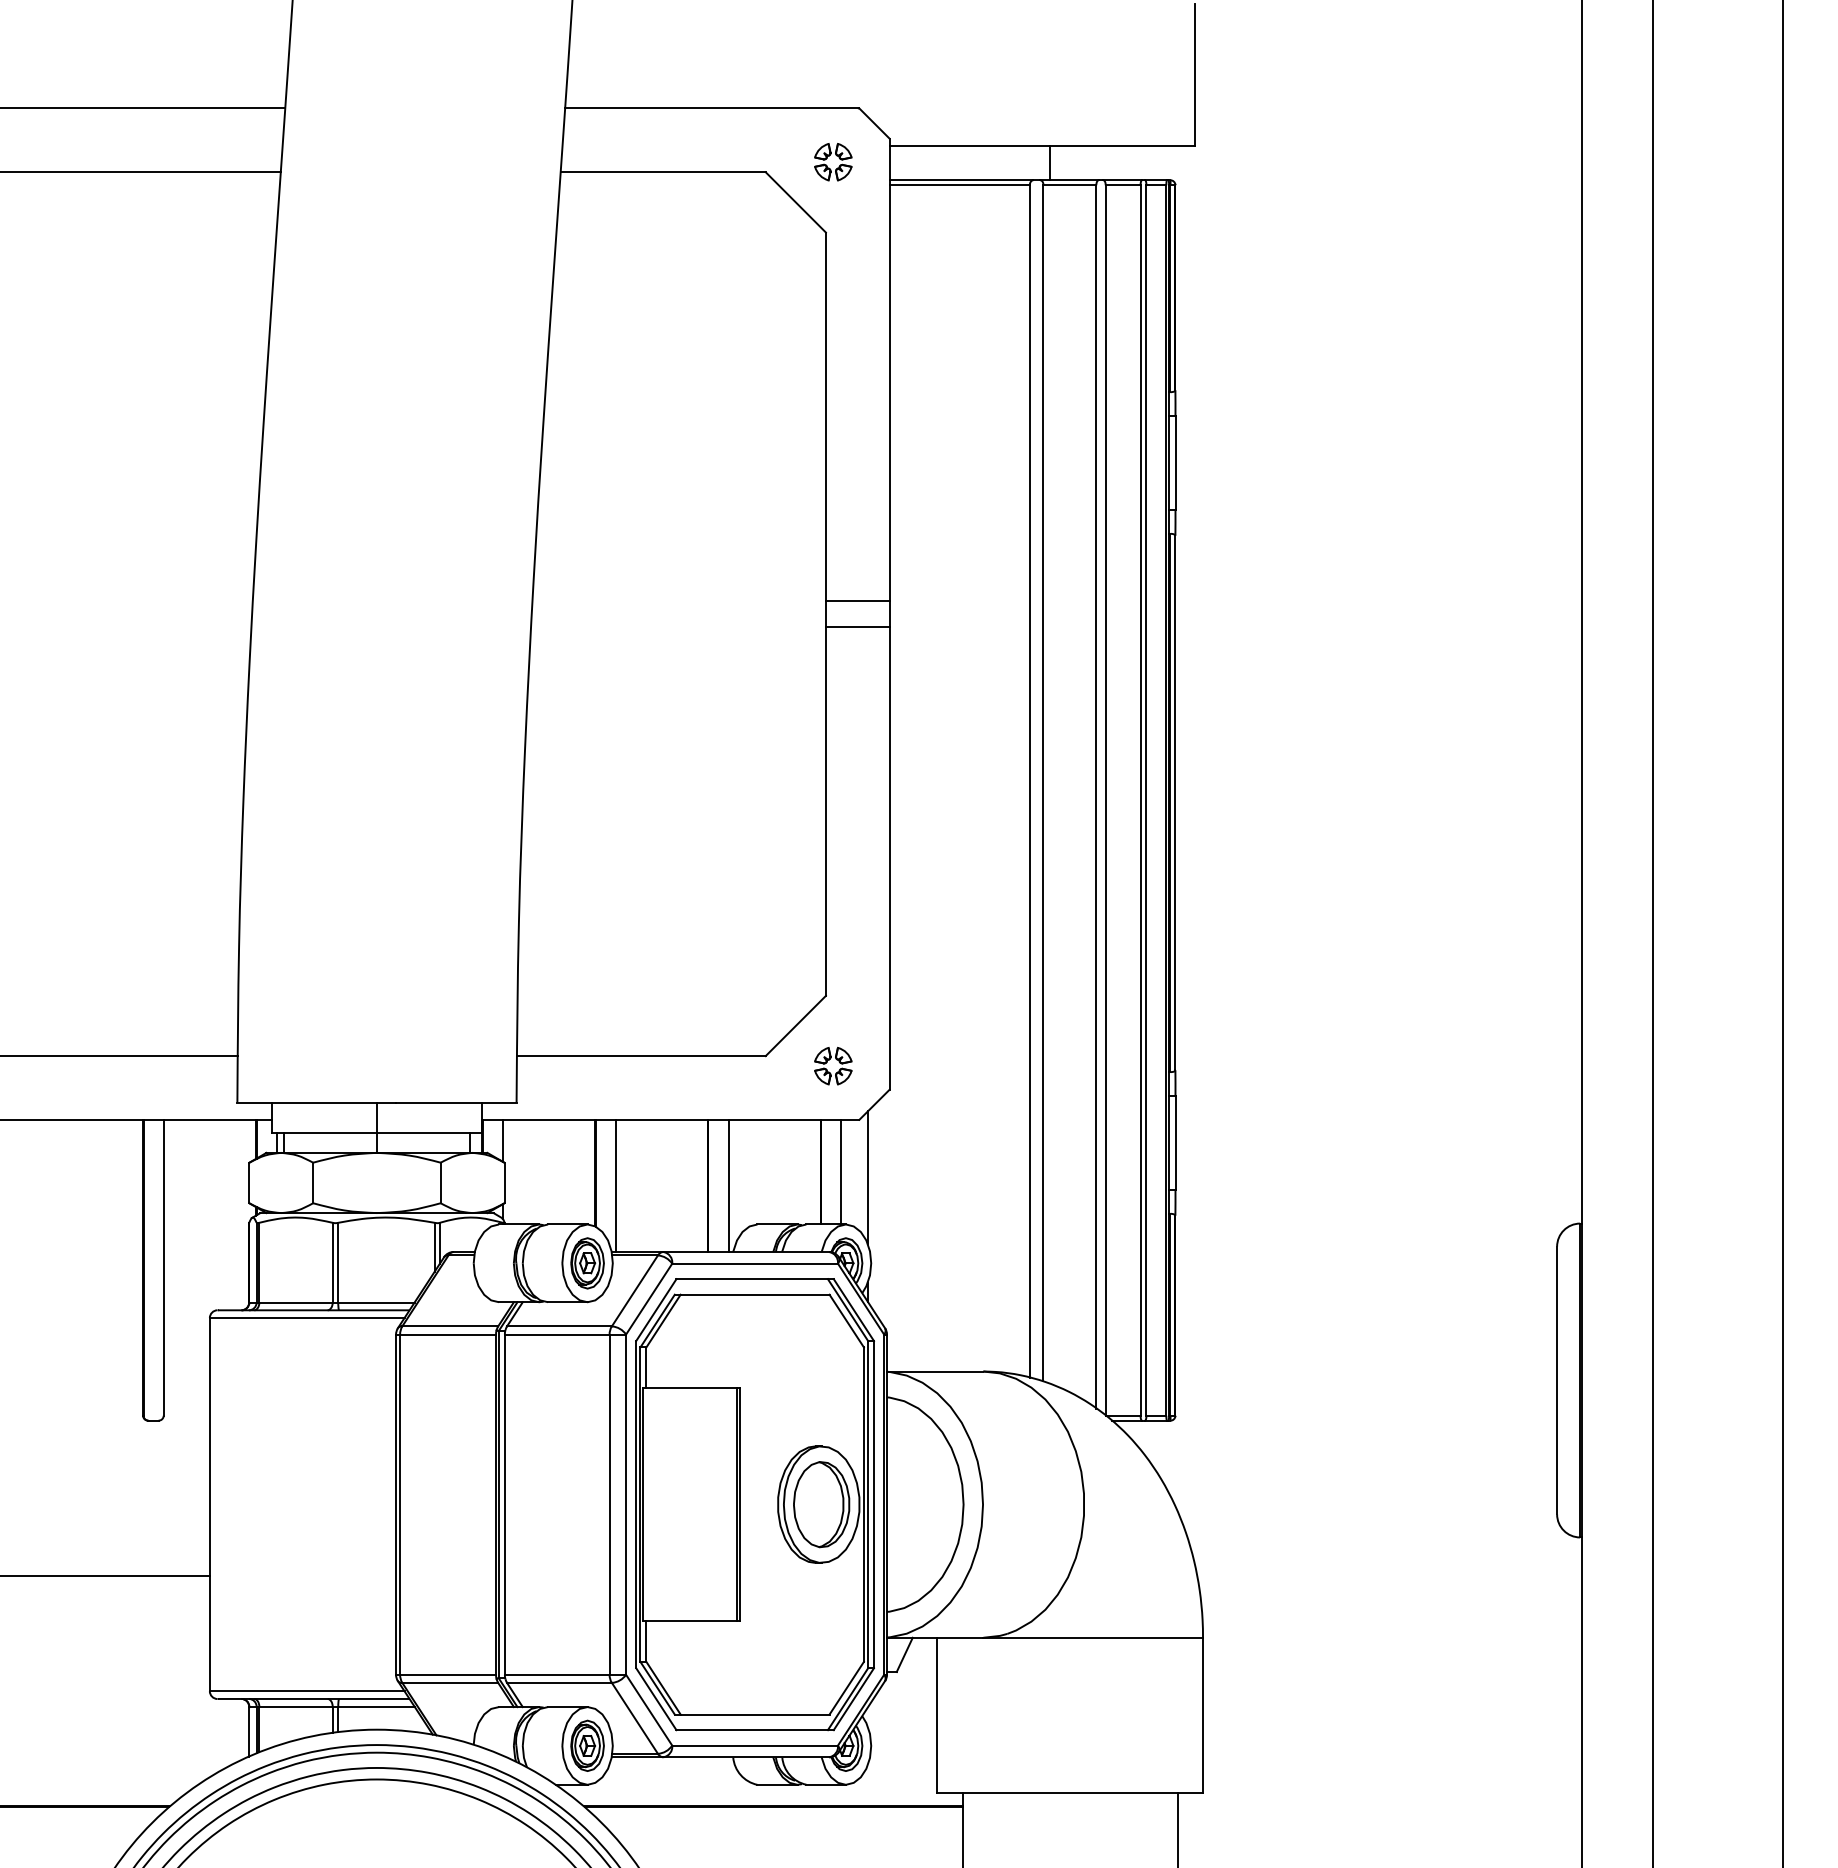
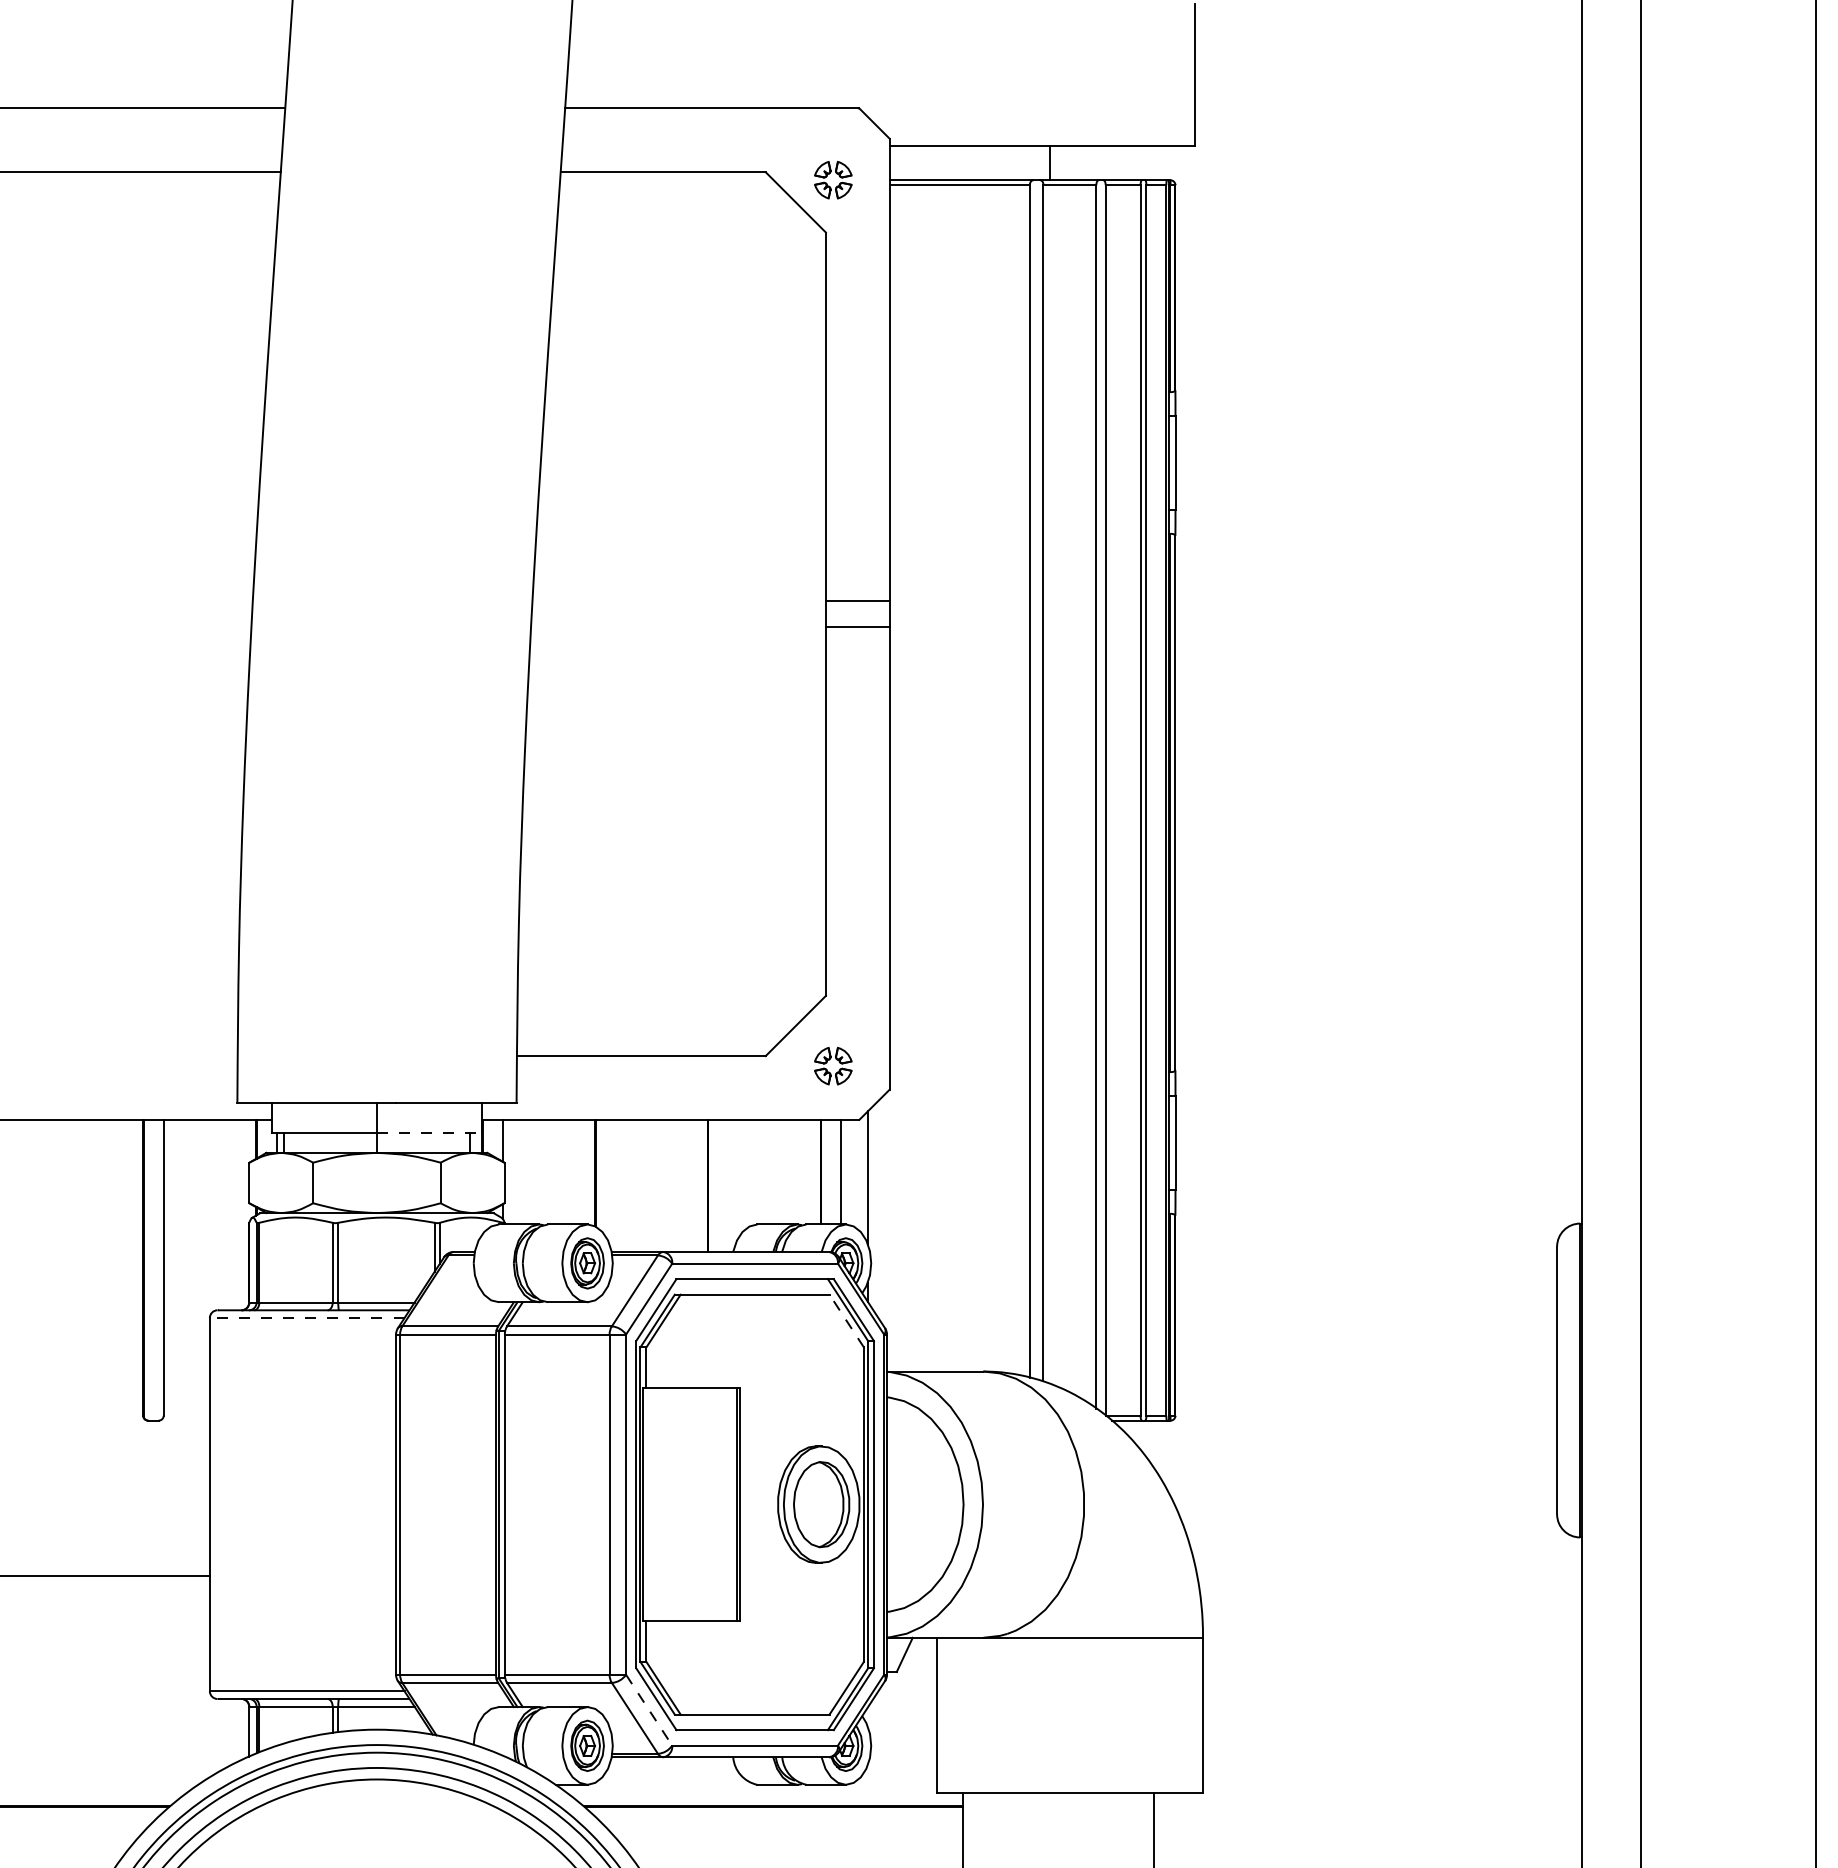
part at (838, 166) position: (838, 166) -> (838, 184)
line at (1652, 933) position: (1652, 933) -> (1640, 933)
line at (1783, 933) position: (1783, 933) -> (1816, 933)
line at (119, 1056): present -> none
line at (429, 1132): solid -> dashed
line at (615, 1185): present -> none
line at (728, 1185): present -> none
line at (306, 1318): solid -> dashed
line at (846, 1320): solid -> dashed
line at (649, 1710): solid -> dashed
line at (1177, 1828) position: (1177, 1828) -> (1154, 1828)
